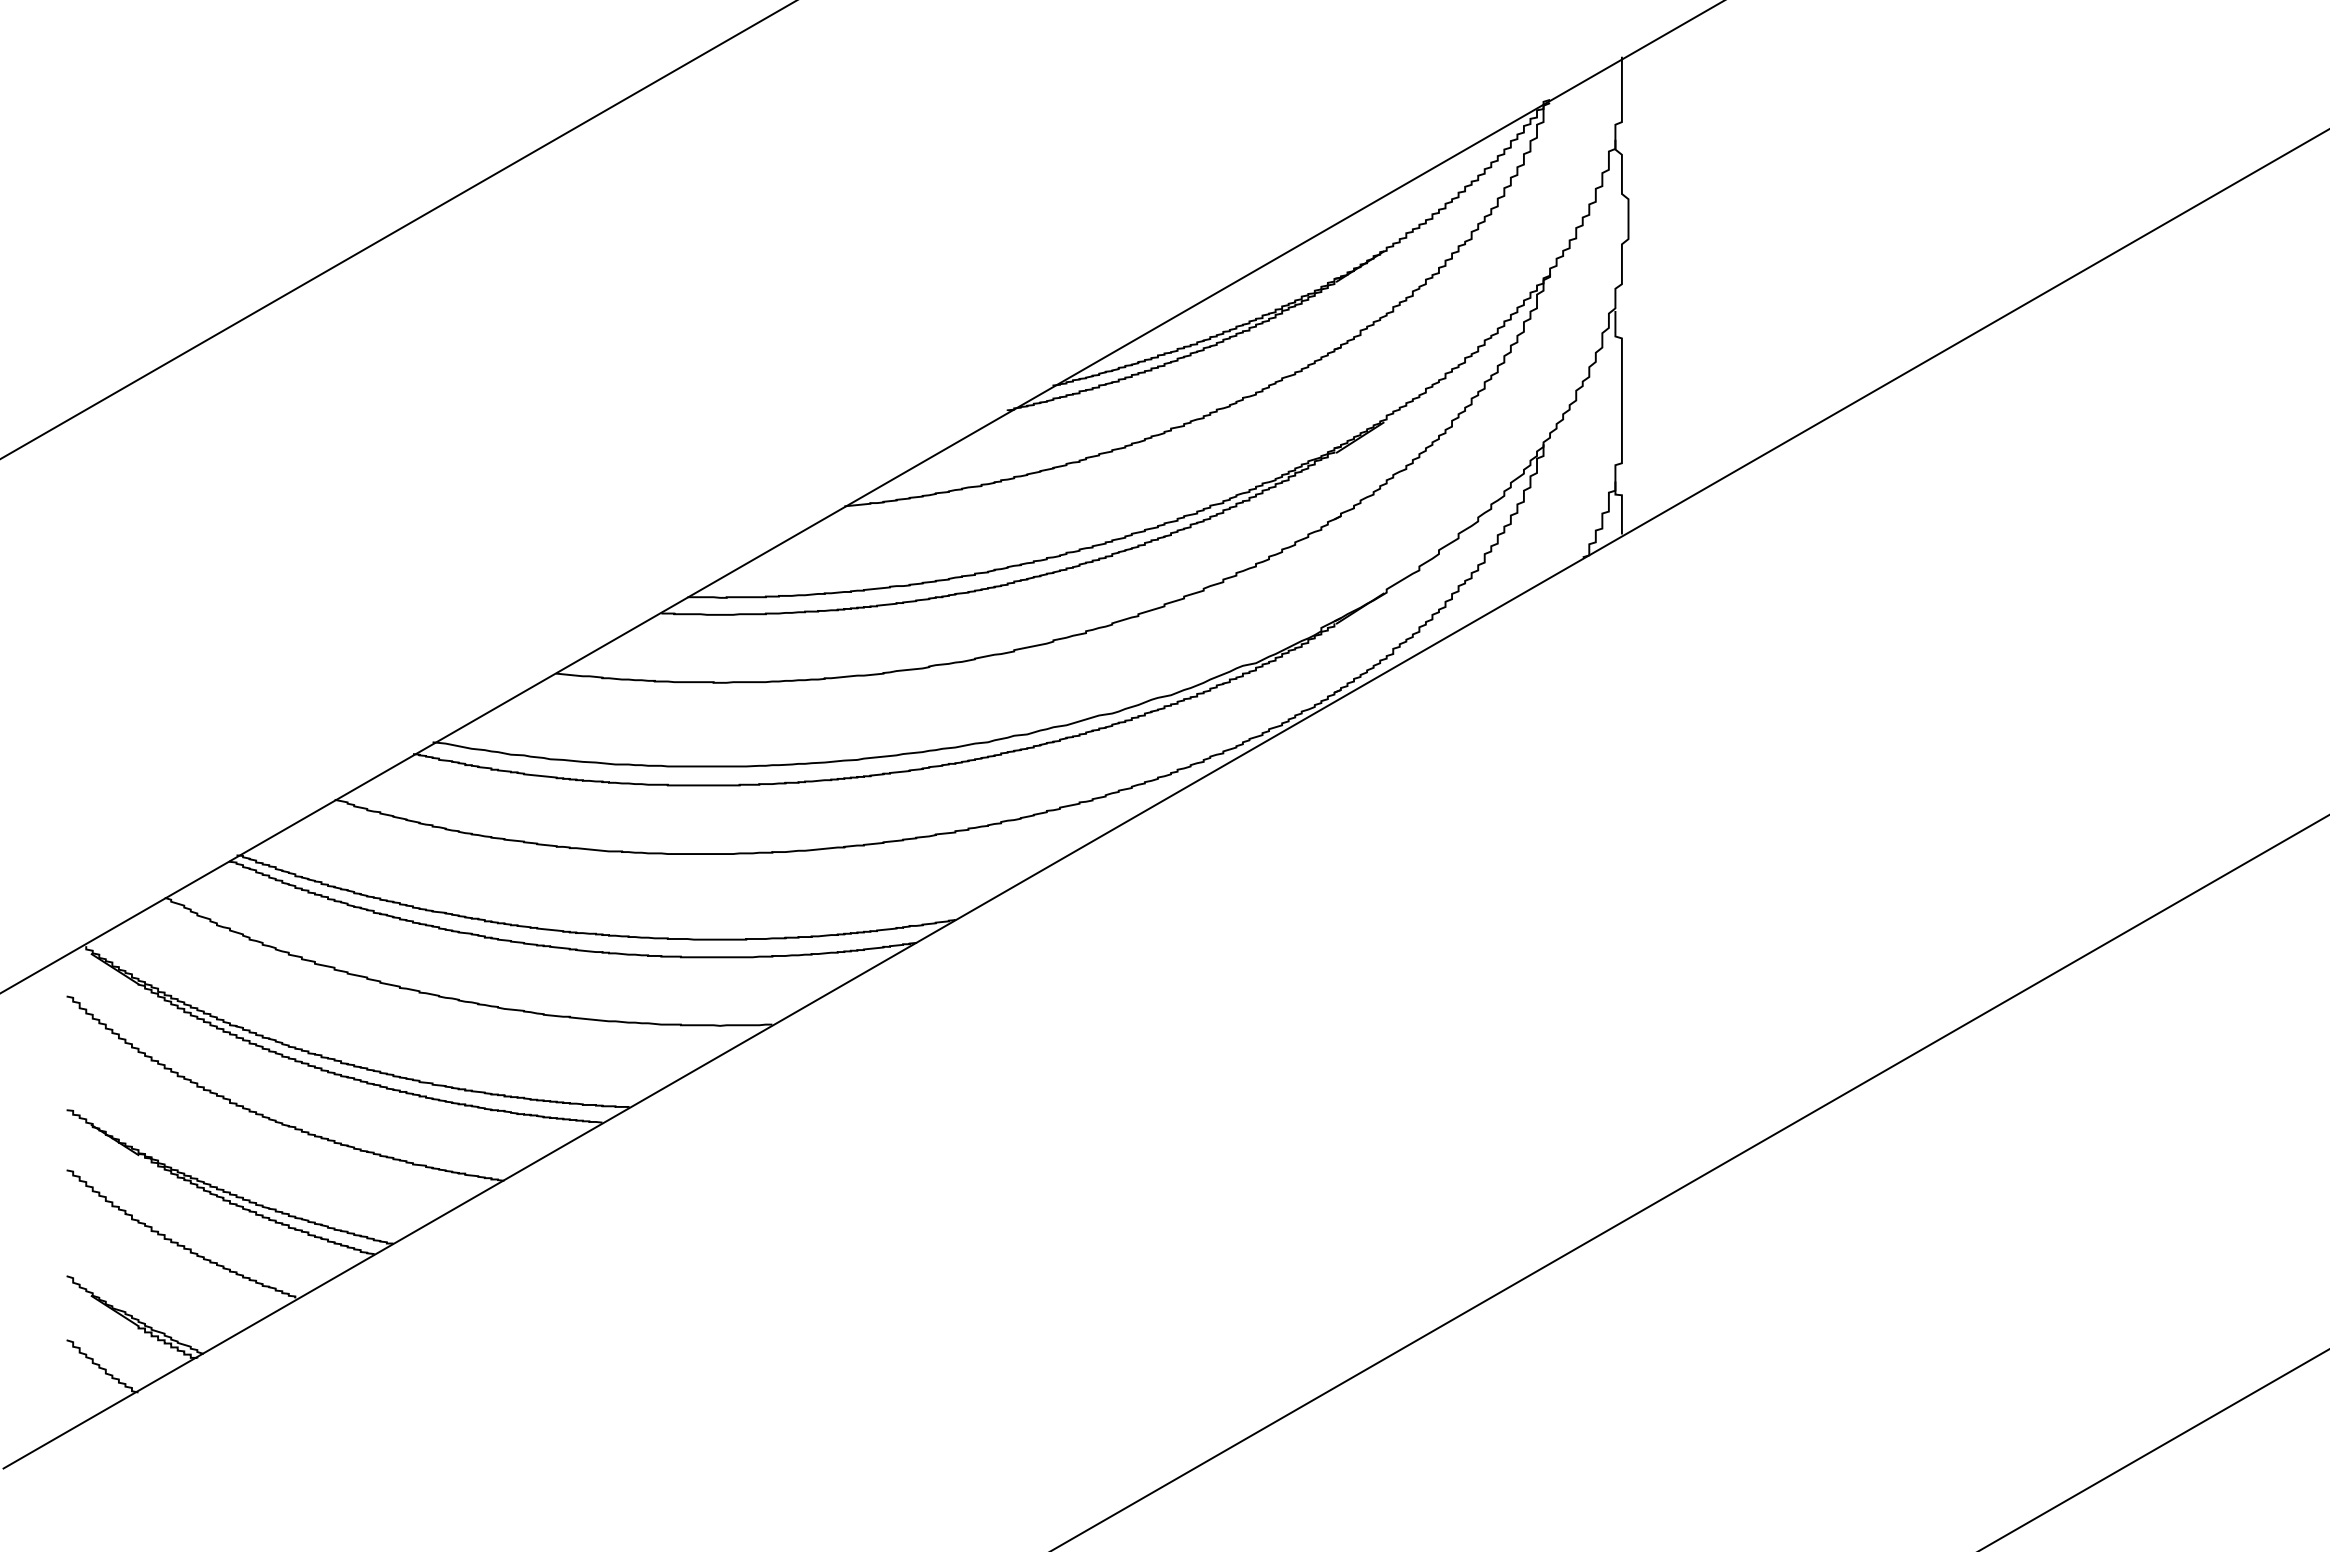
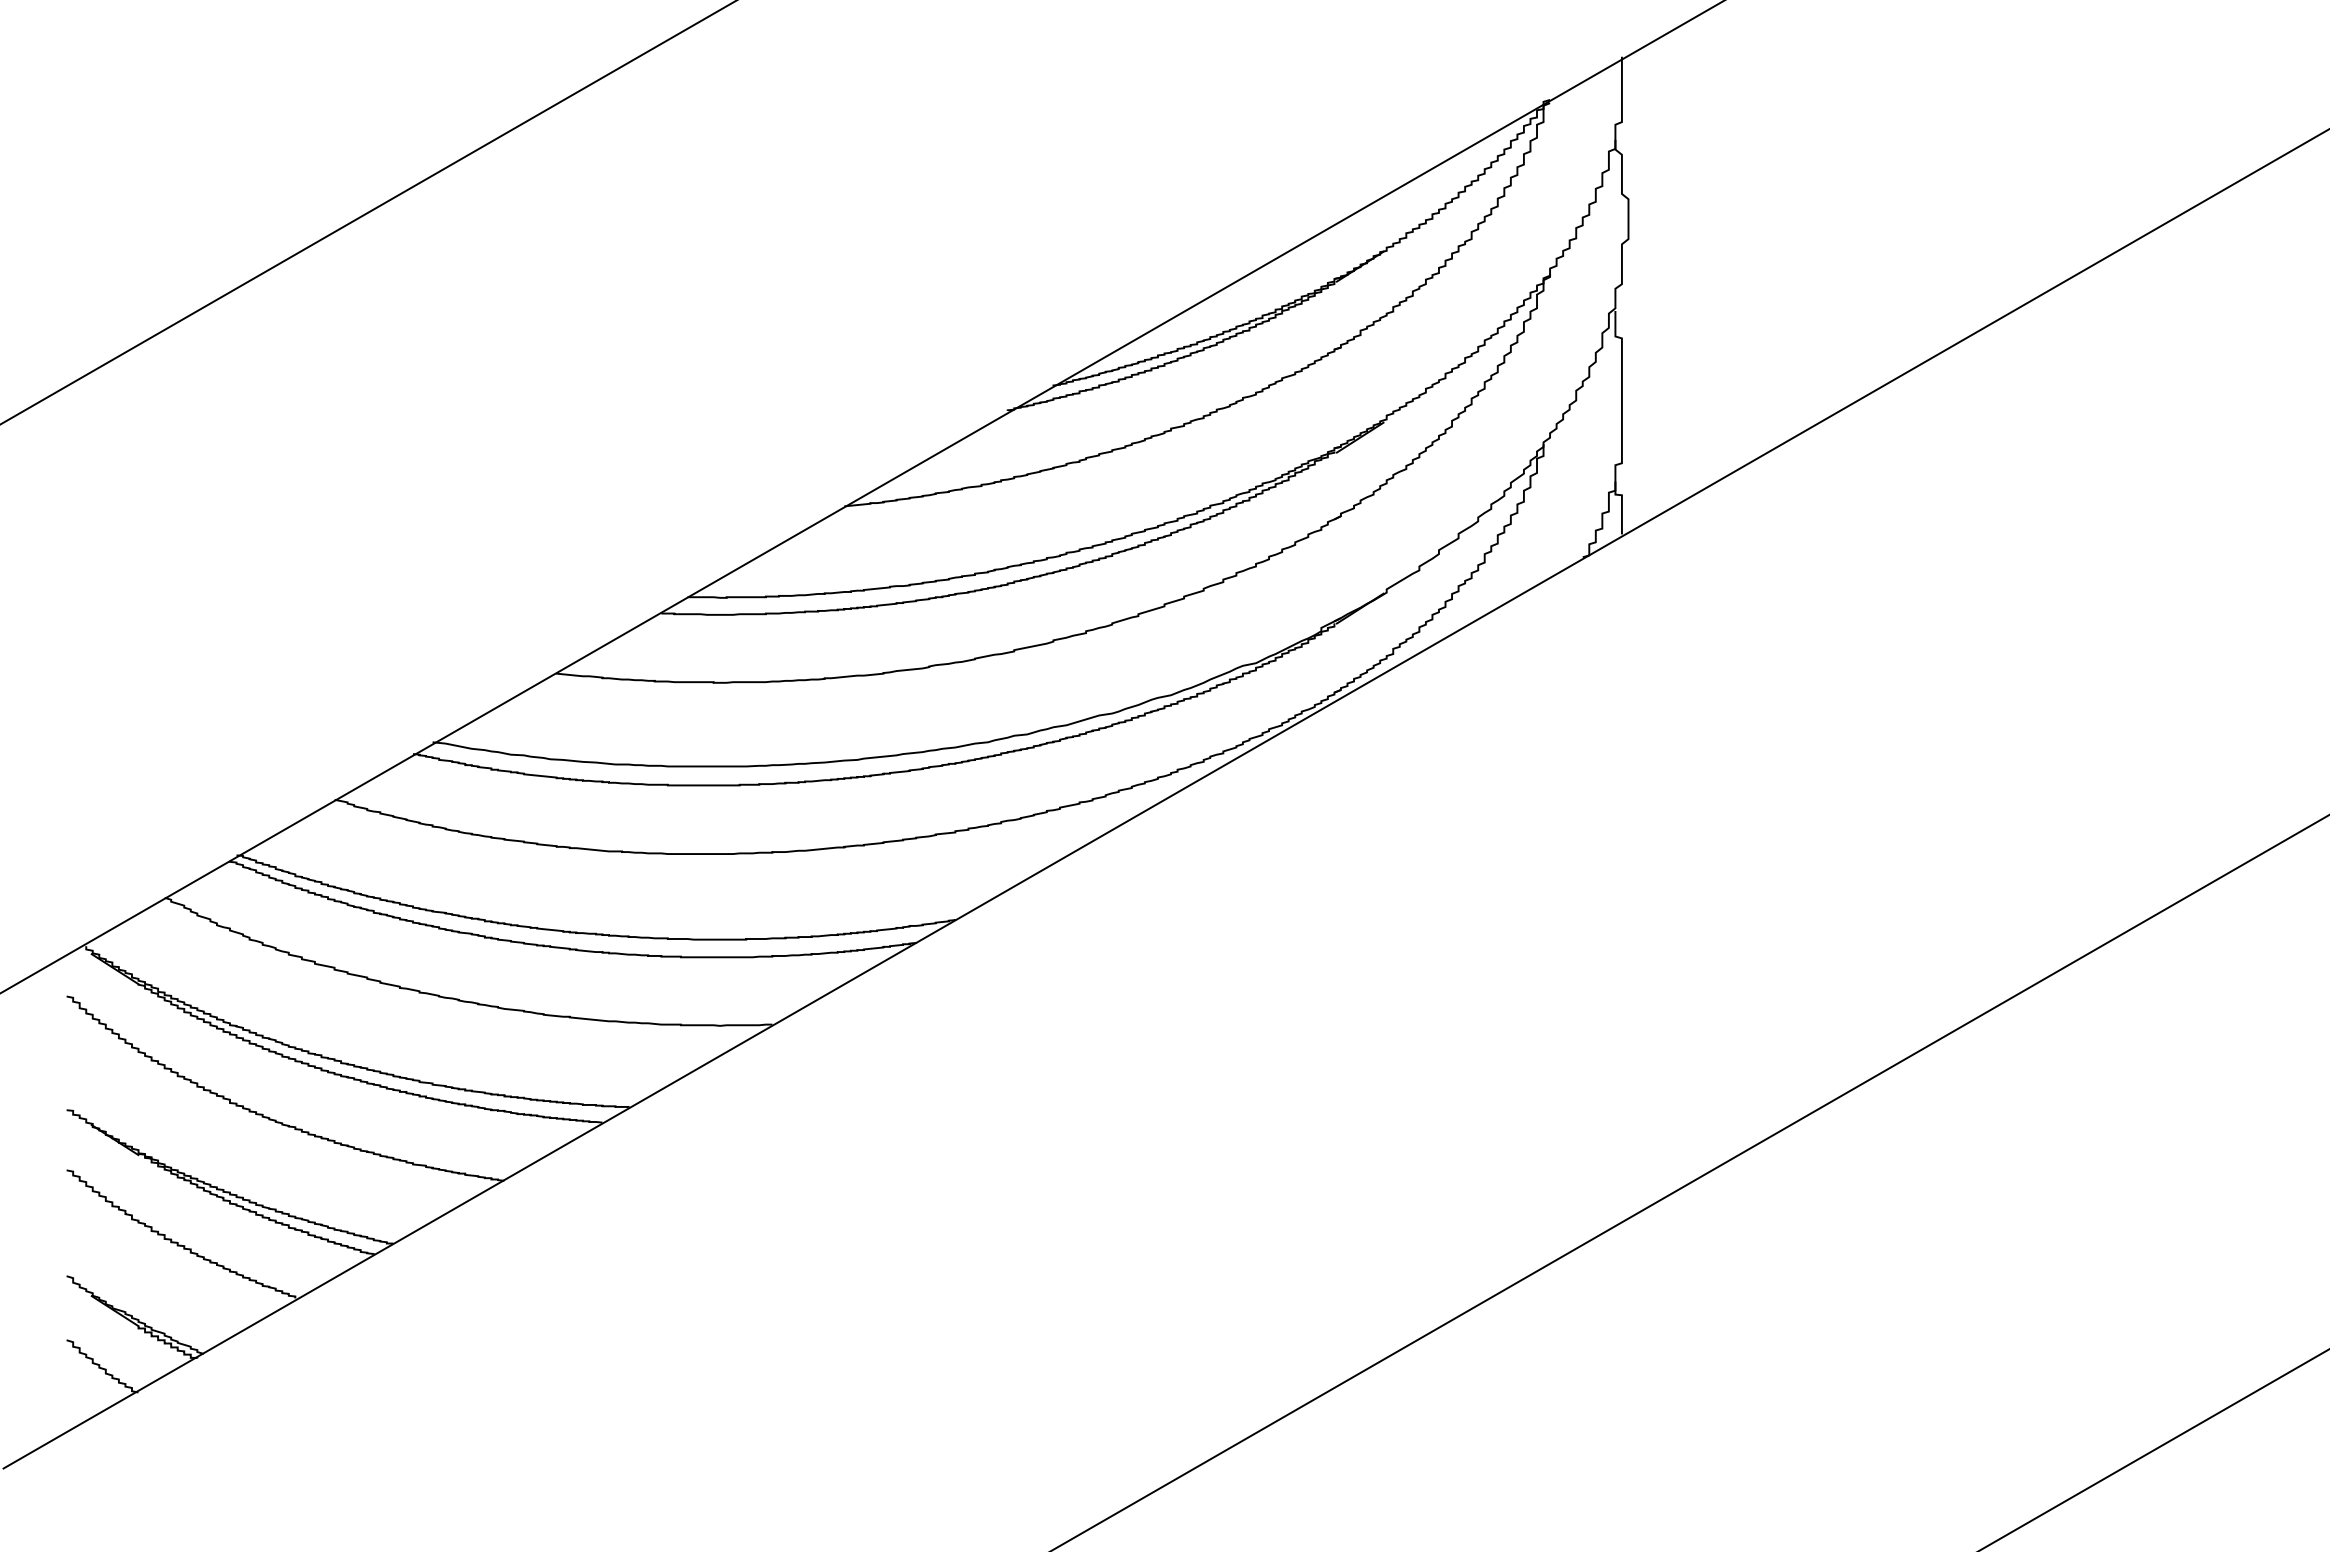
line at (397, 229) position: (397, 229) -> (367, 212)
